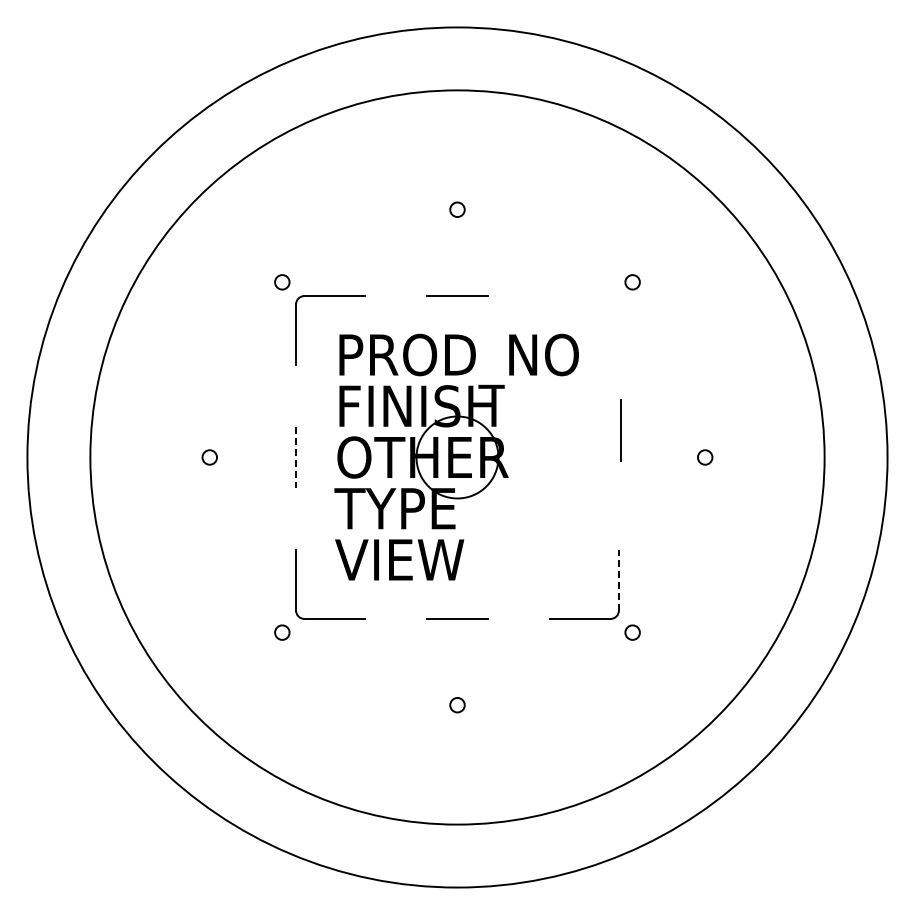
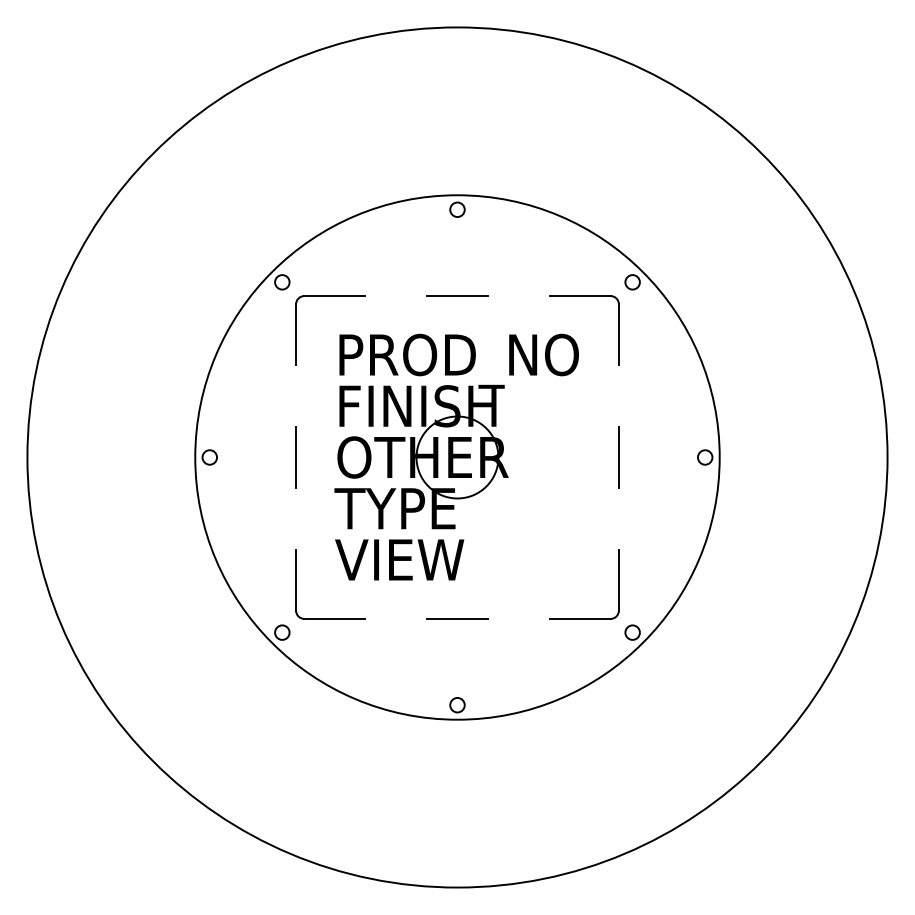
part at (584, 296): none -> present
line at (620, 430) position: (620, 430) -> (618, 457)
line at (296, 457): dashed -> solid
circle at (457, 457) diameter: 734 px -> 524 px
line at (618, 580): dashed -> solid
